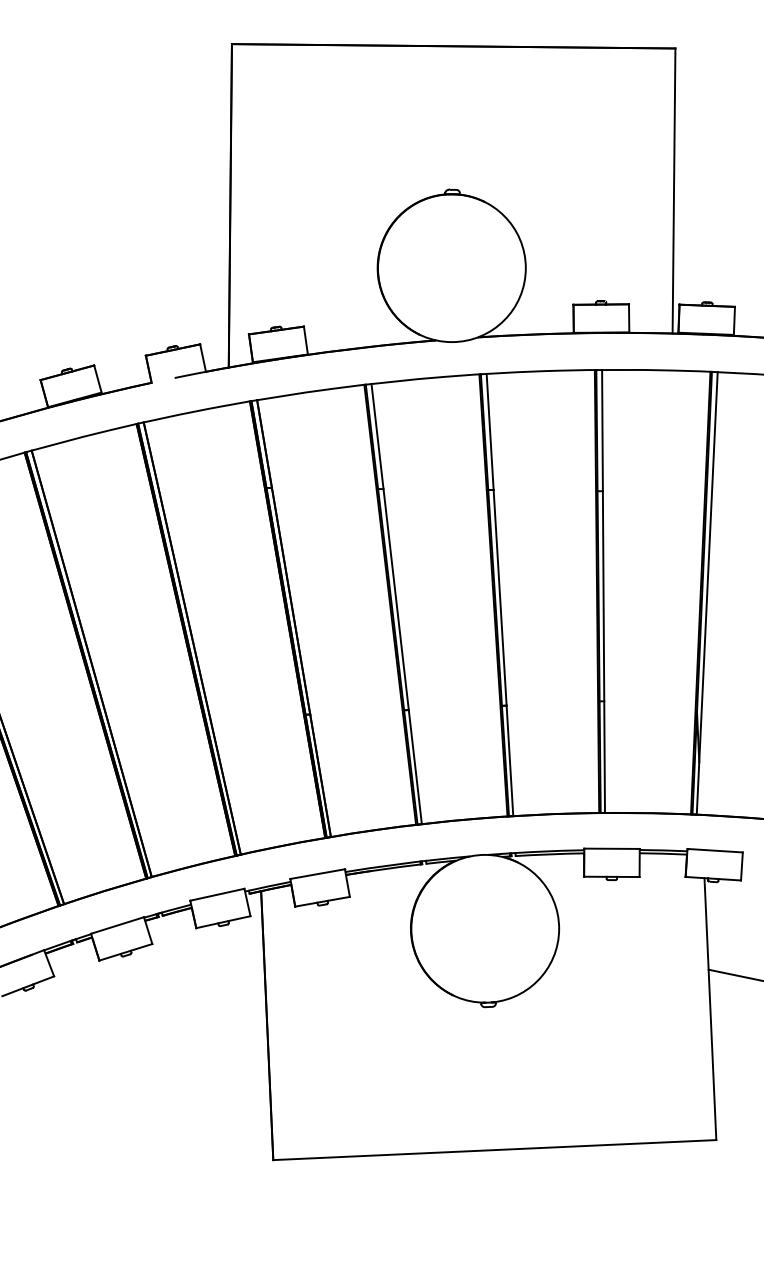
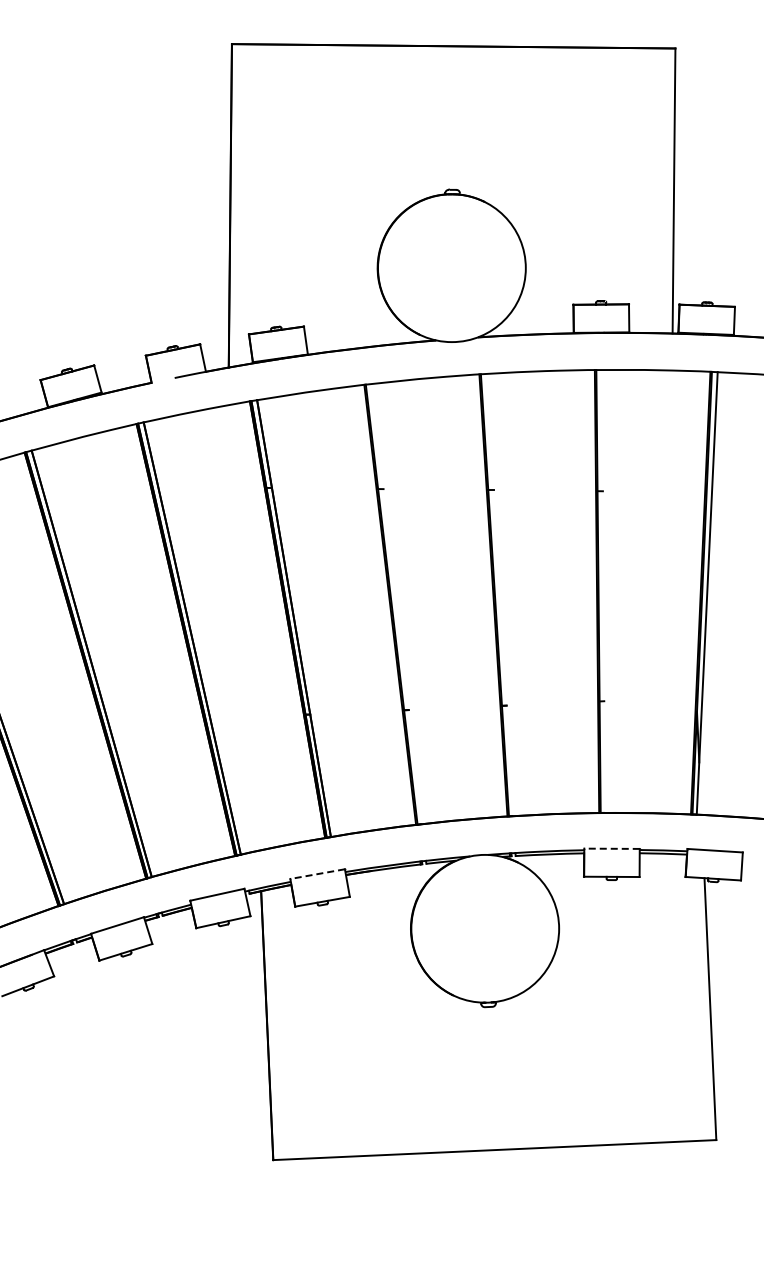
line at (603, 590): present -> none
line at (499, 594): present -> none
line at (396, 603): present -> none
line at (612, 848): solid -> dashed
line at (317, 874): solid -> dashed
line at (734, 974): present -> none
